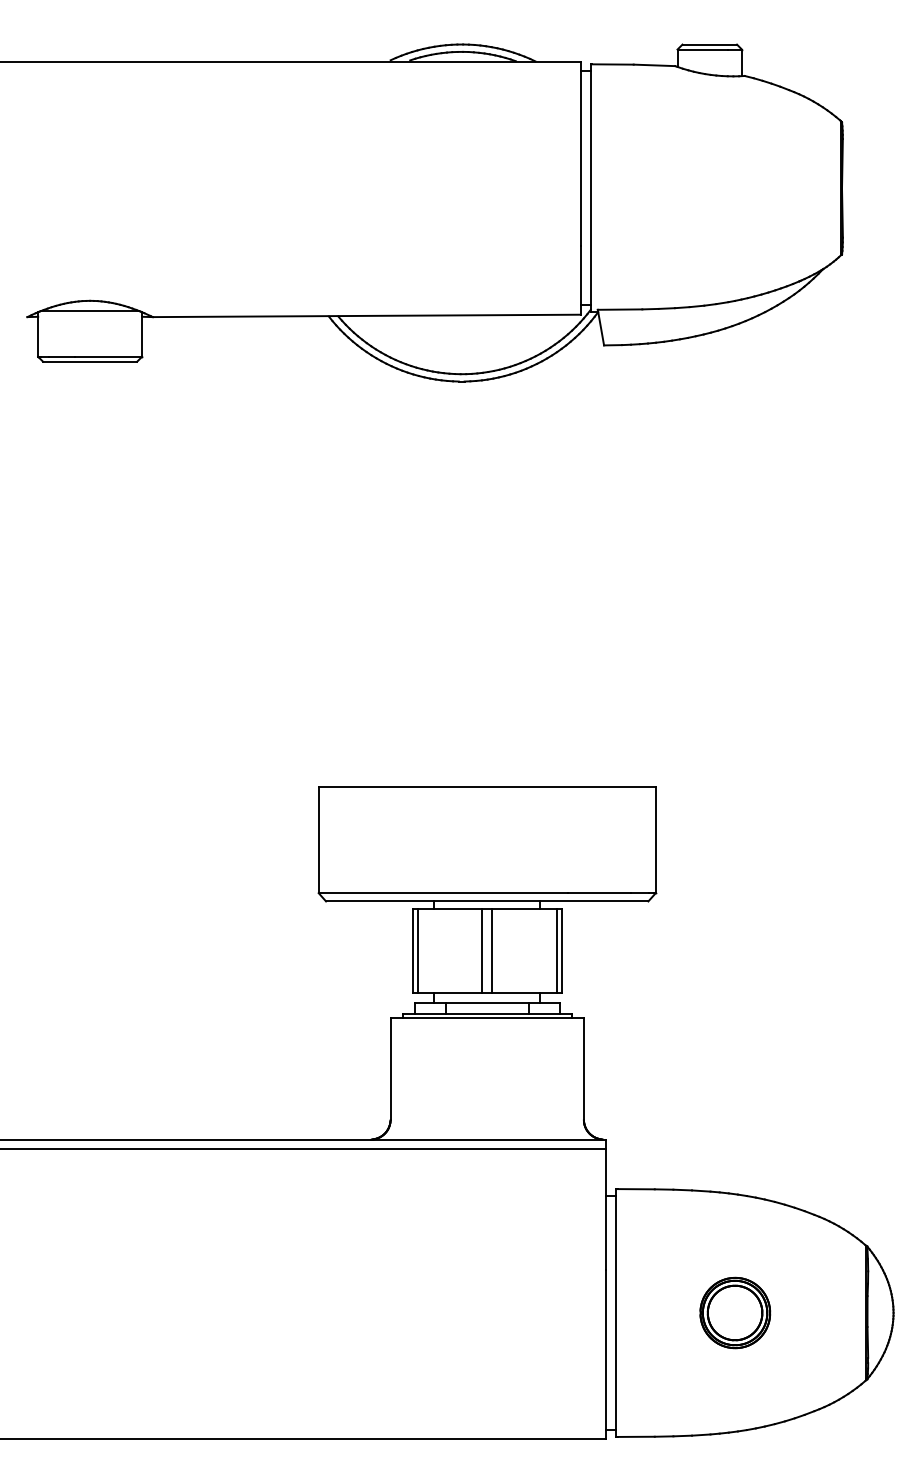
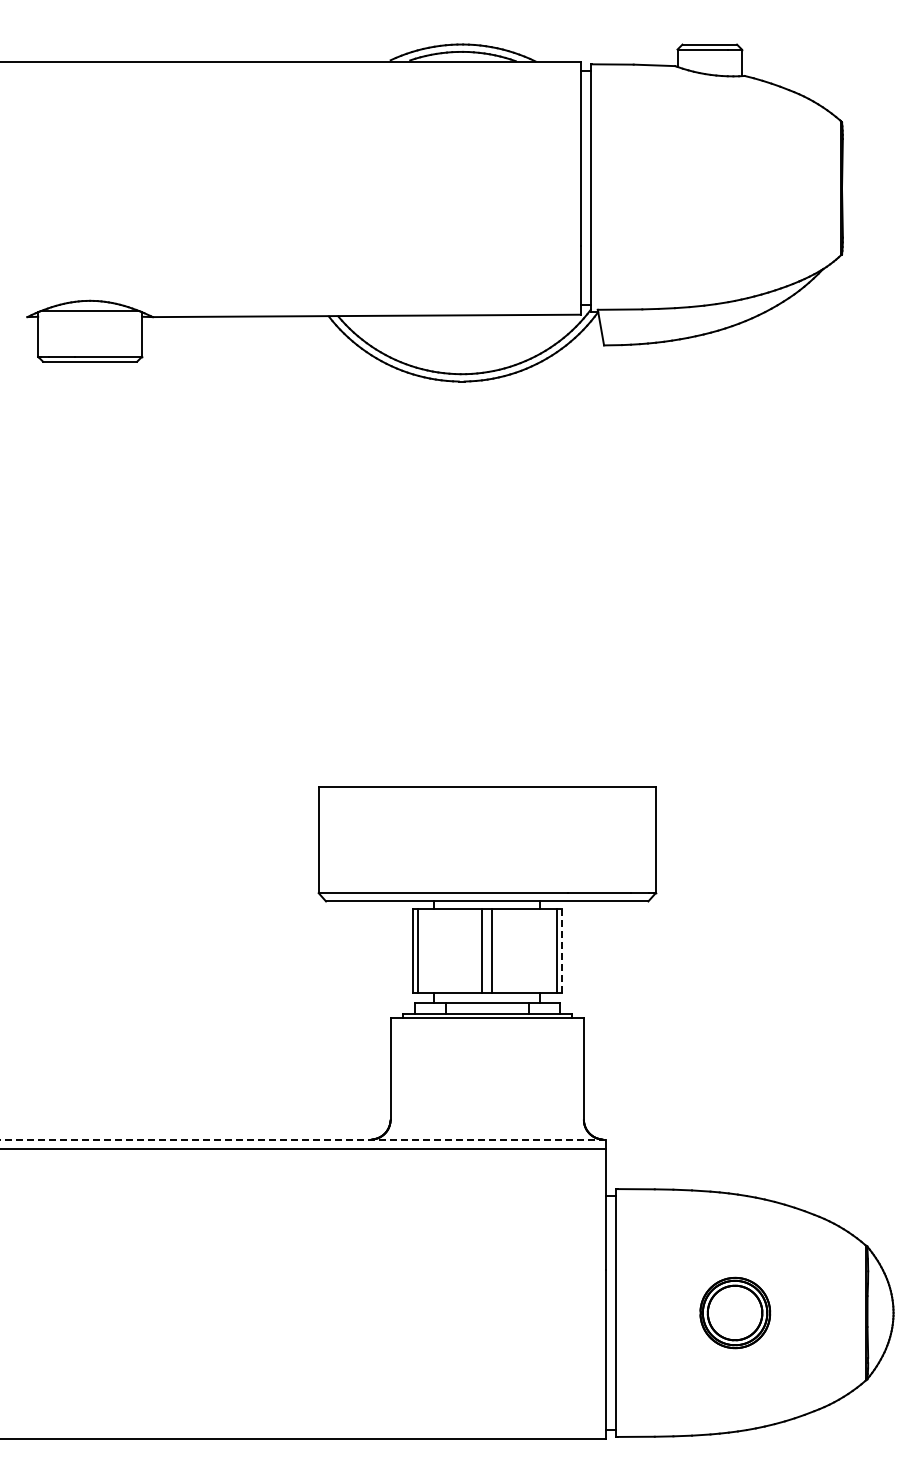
line at (561, 951): solid -> dashed
line at (303, 1139): solid -> dashed
